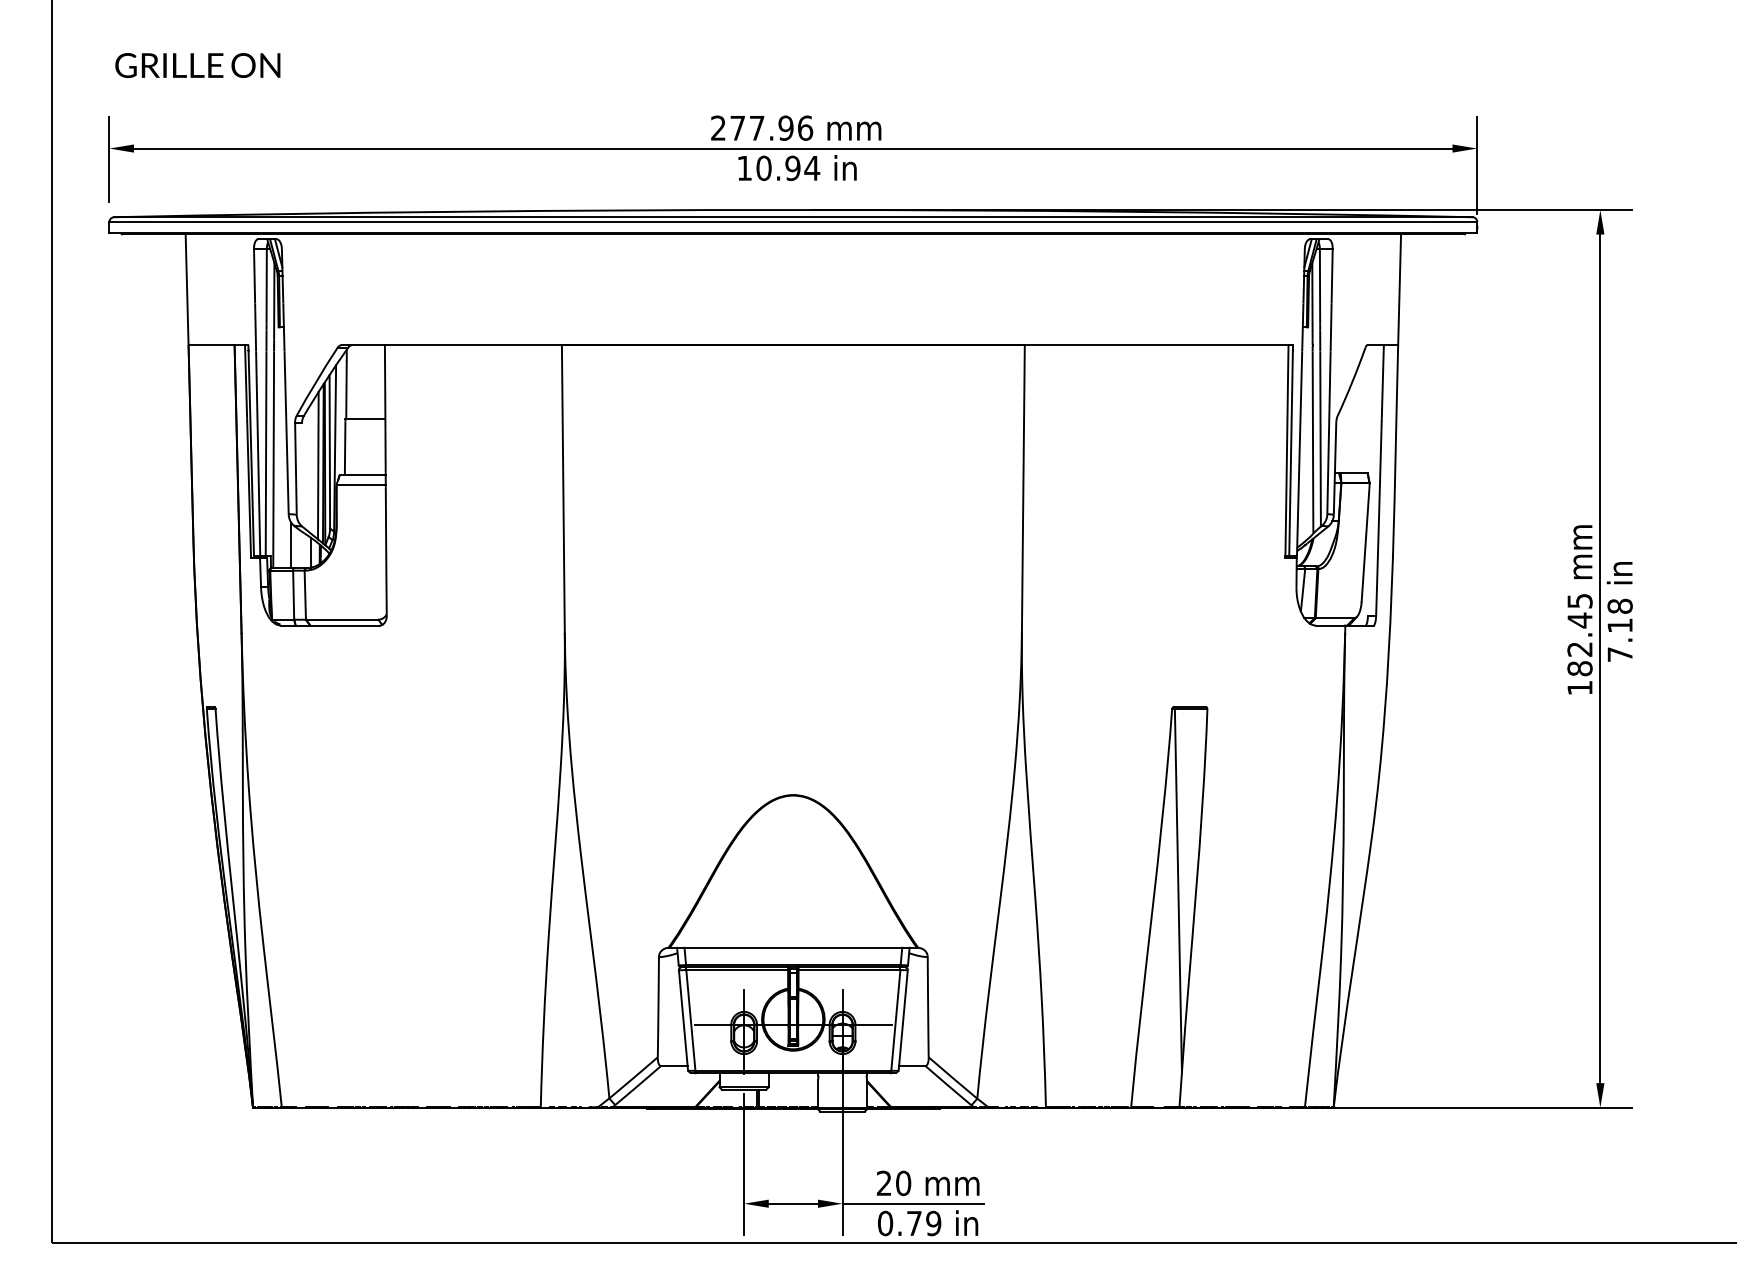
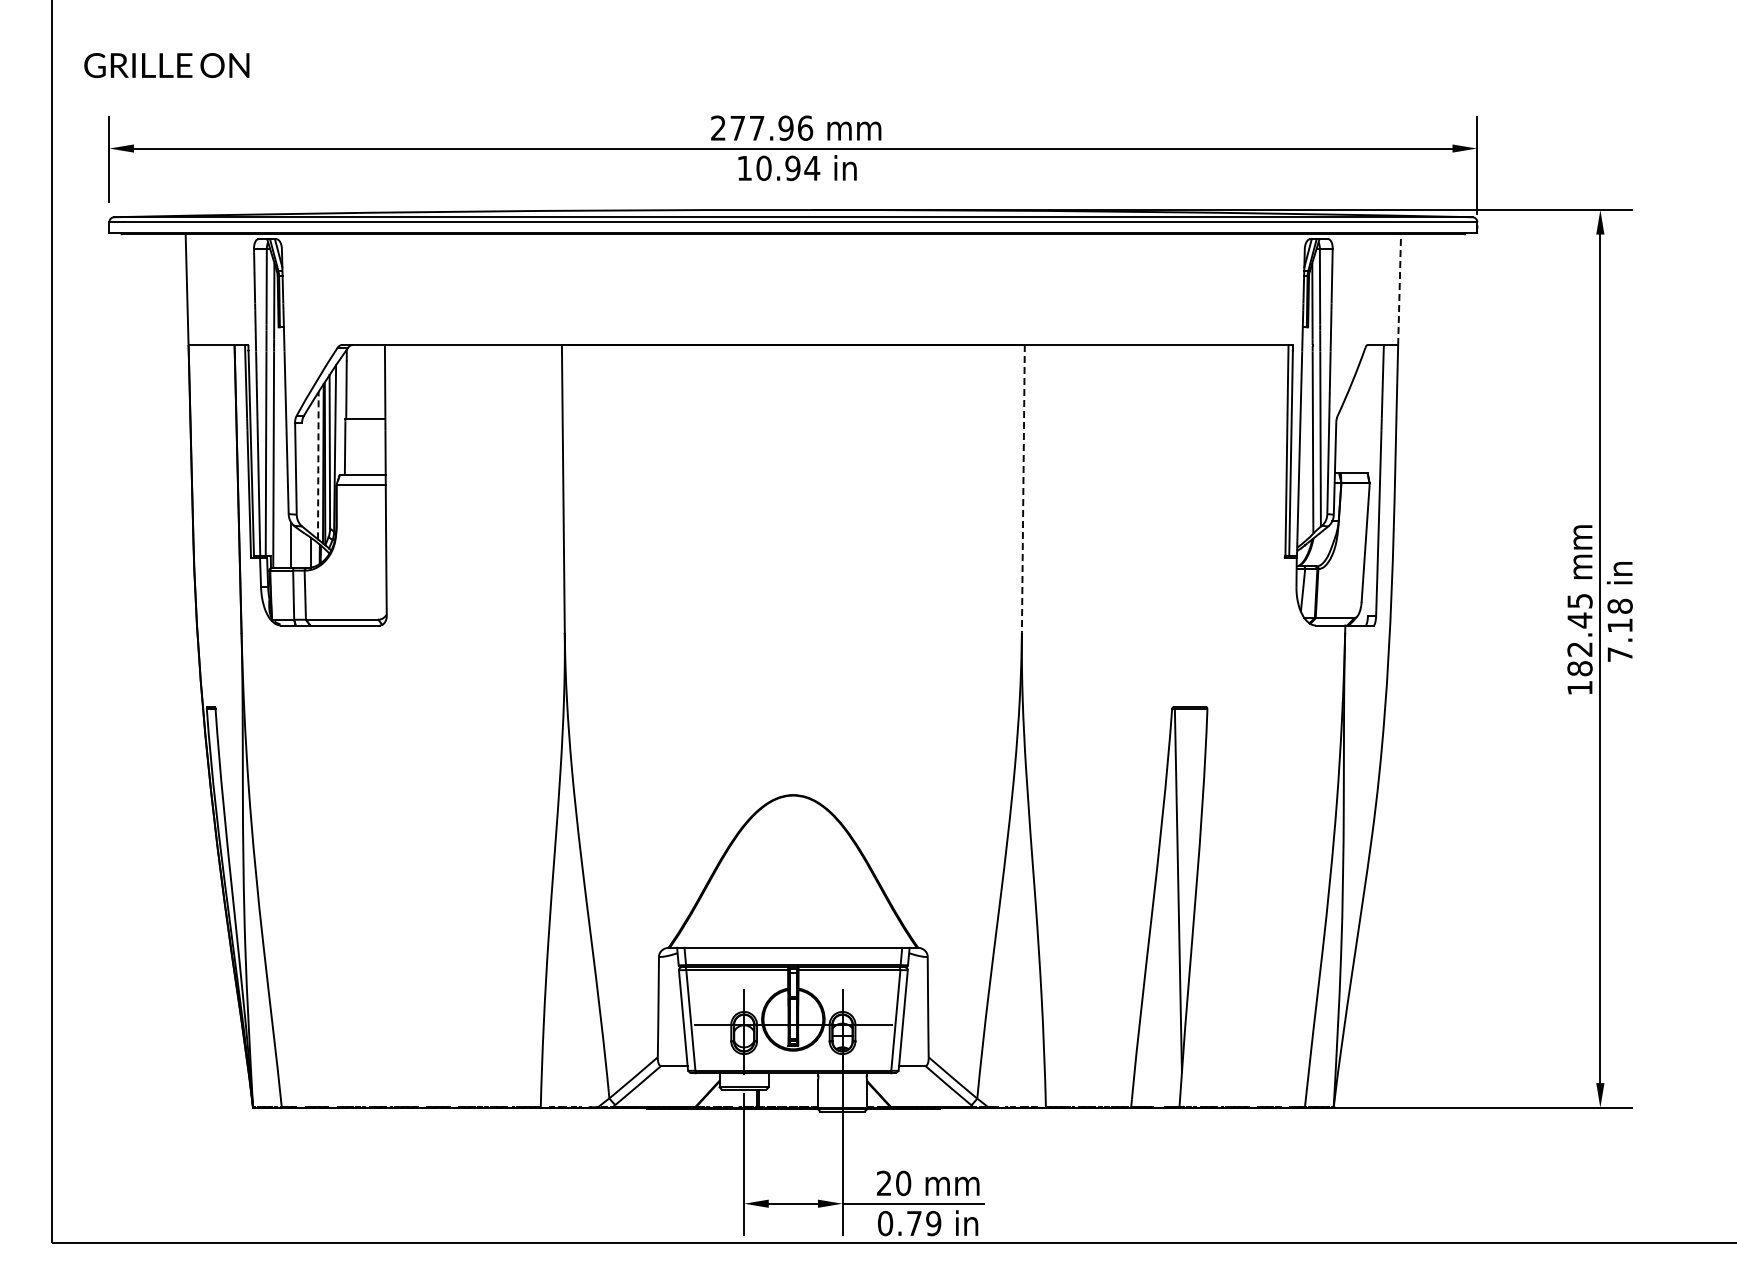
text at (197, 65) position: (197, 65) -> (166, 65)
line at (1399, 289): solid -> dashed
line at (318, 465): solid -> dashed
line at (1023, 488): solid -> dashed
